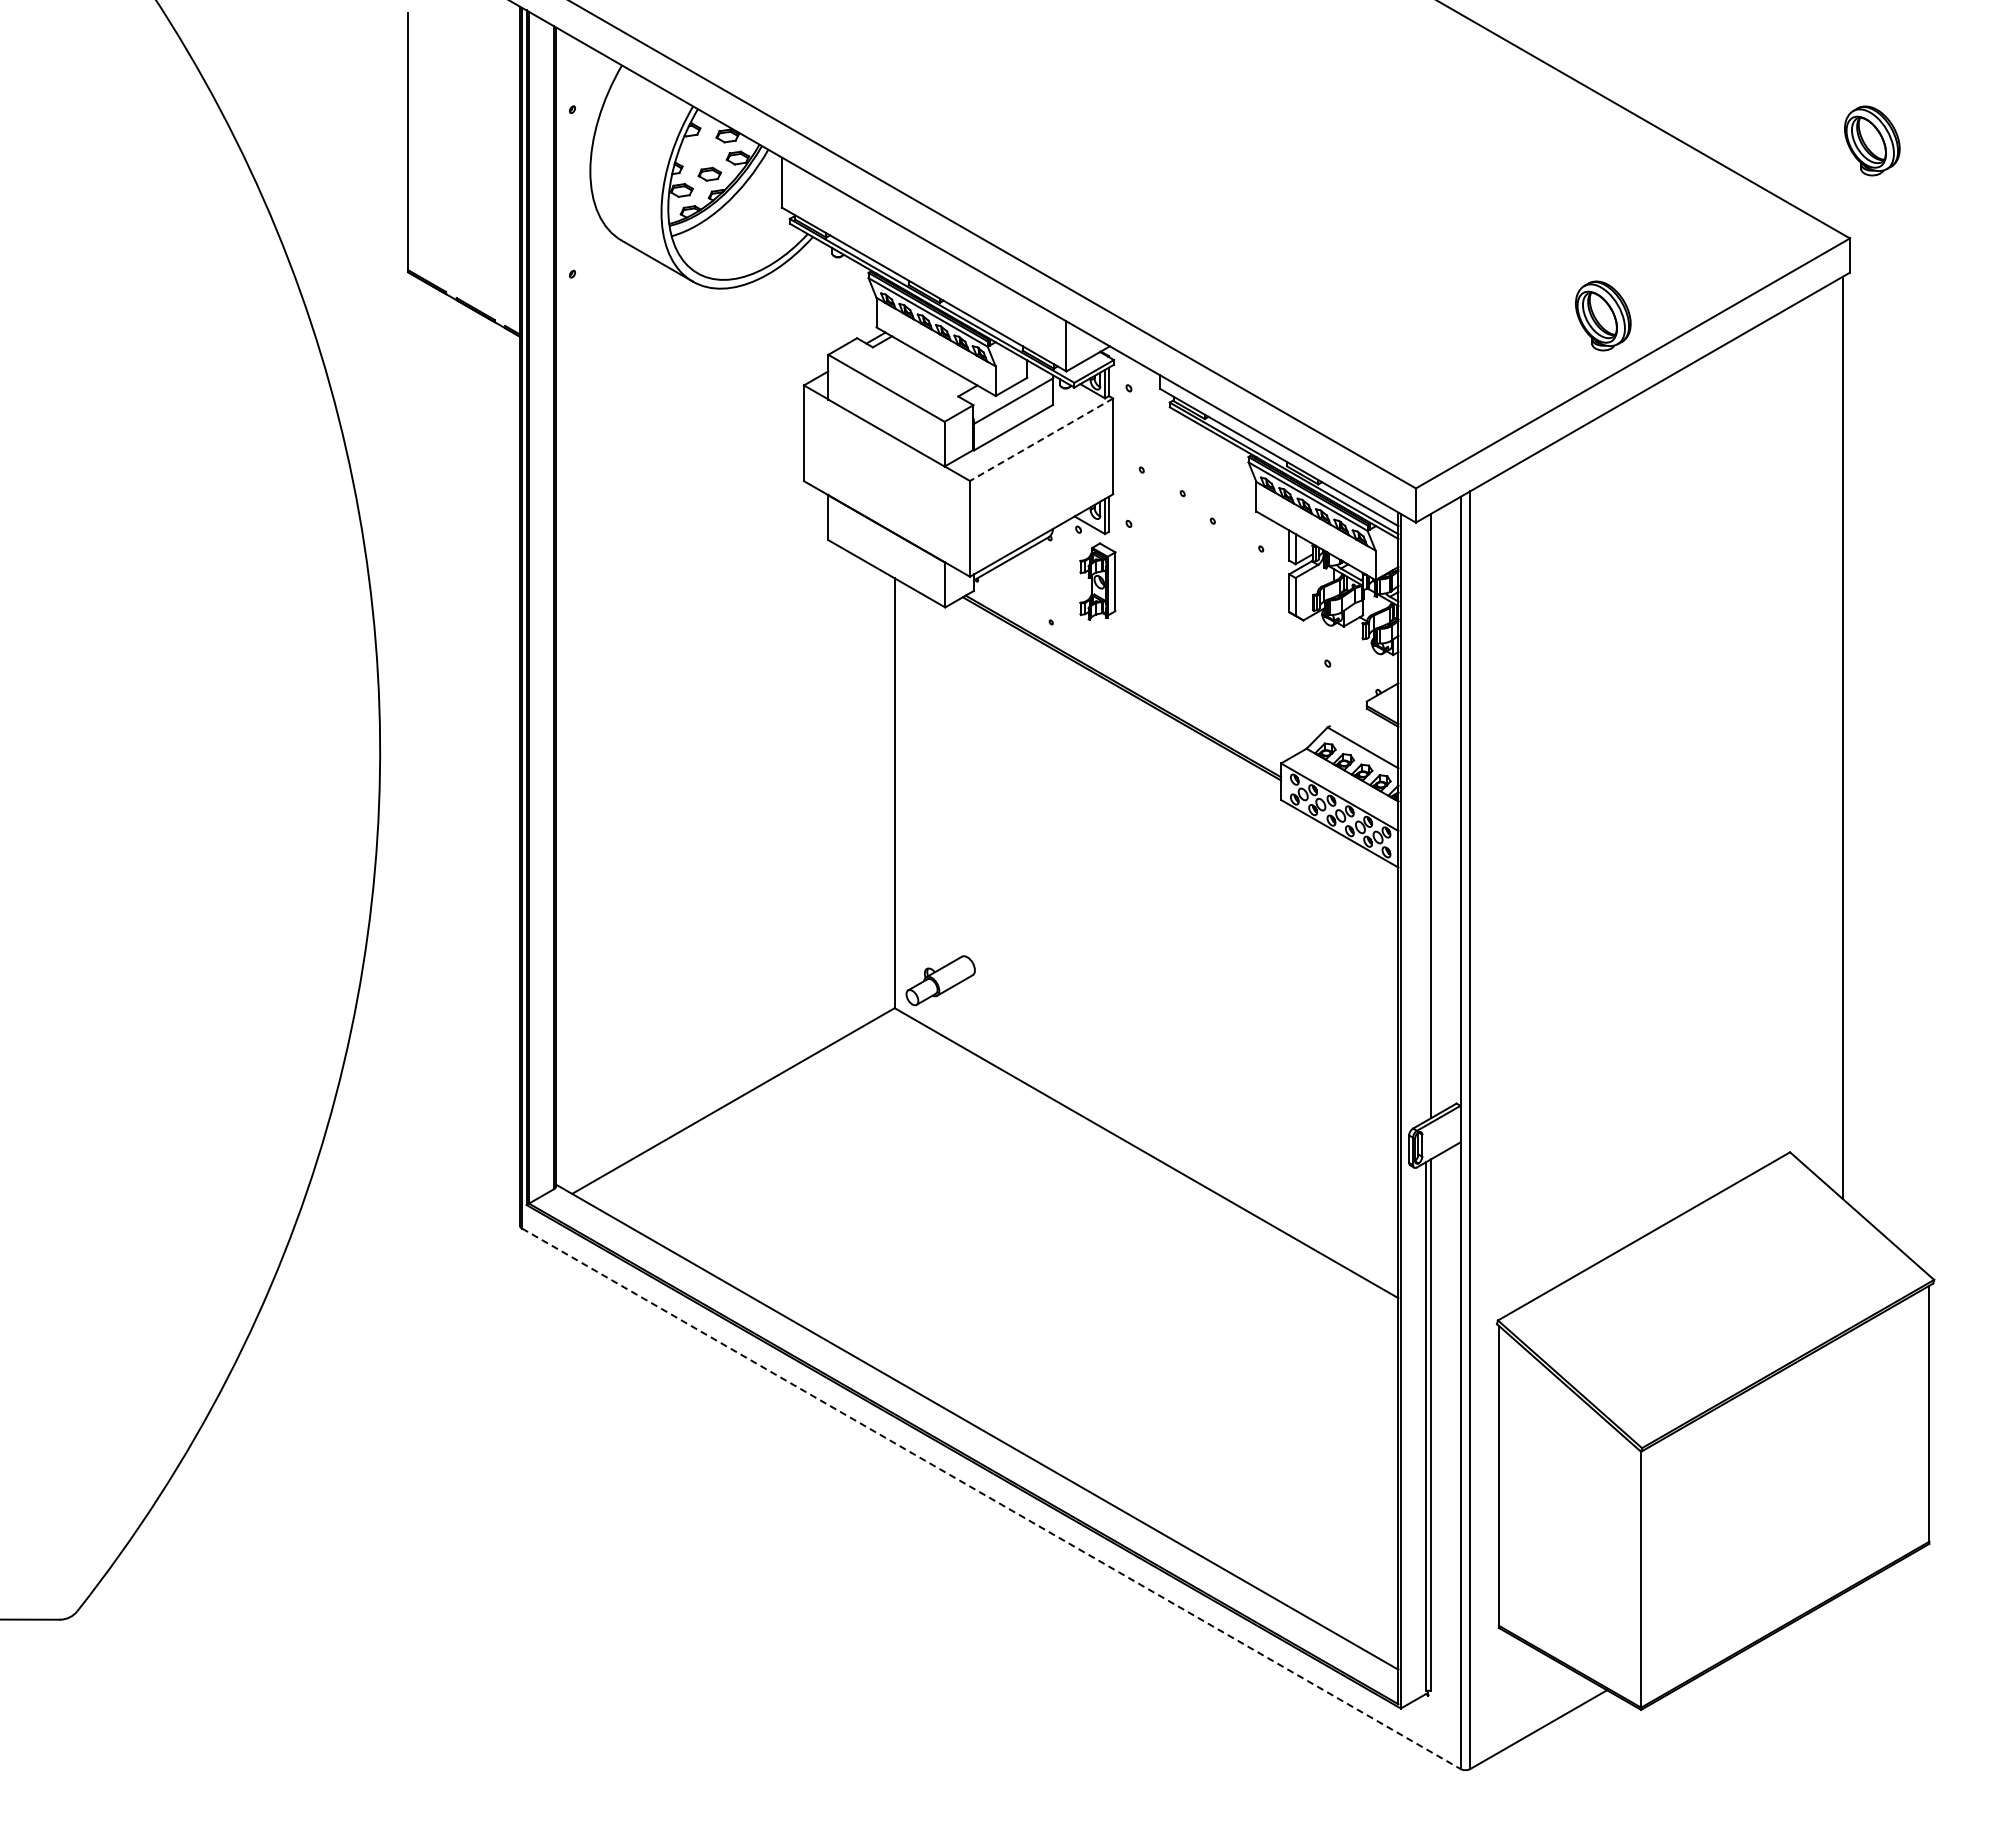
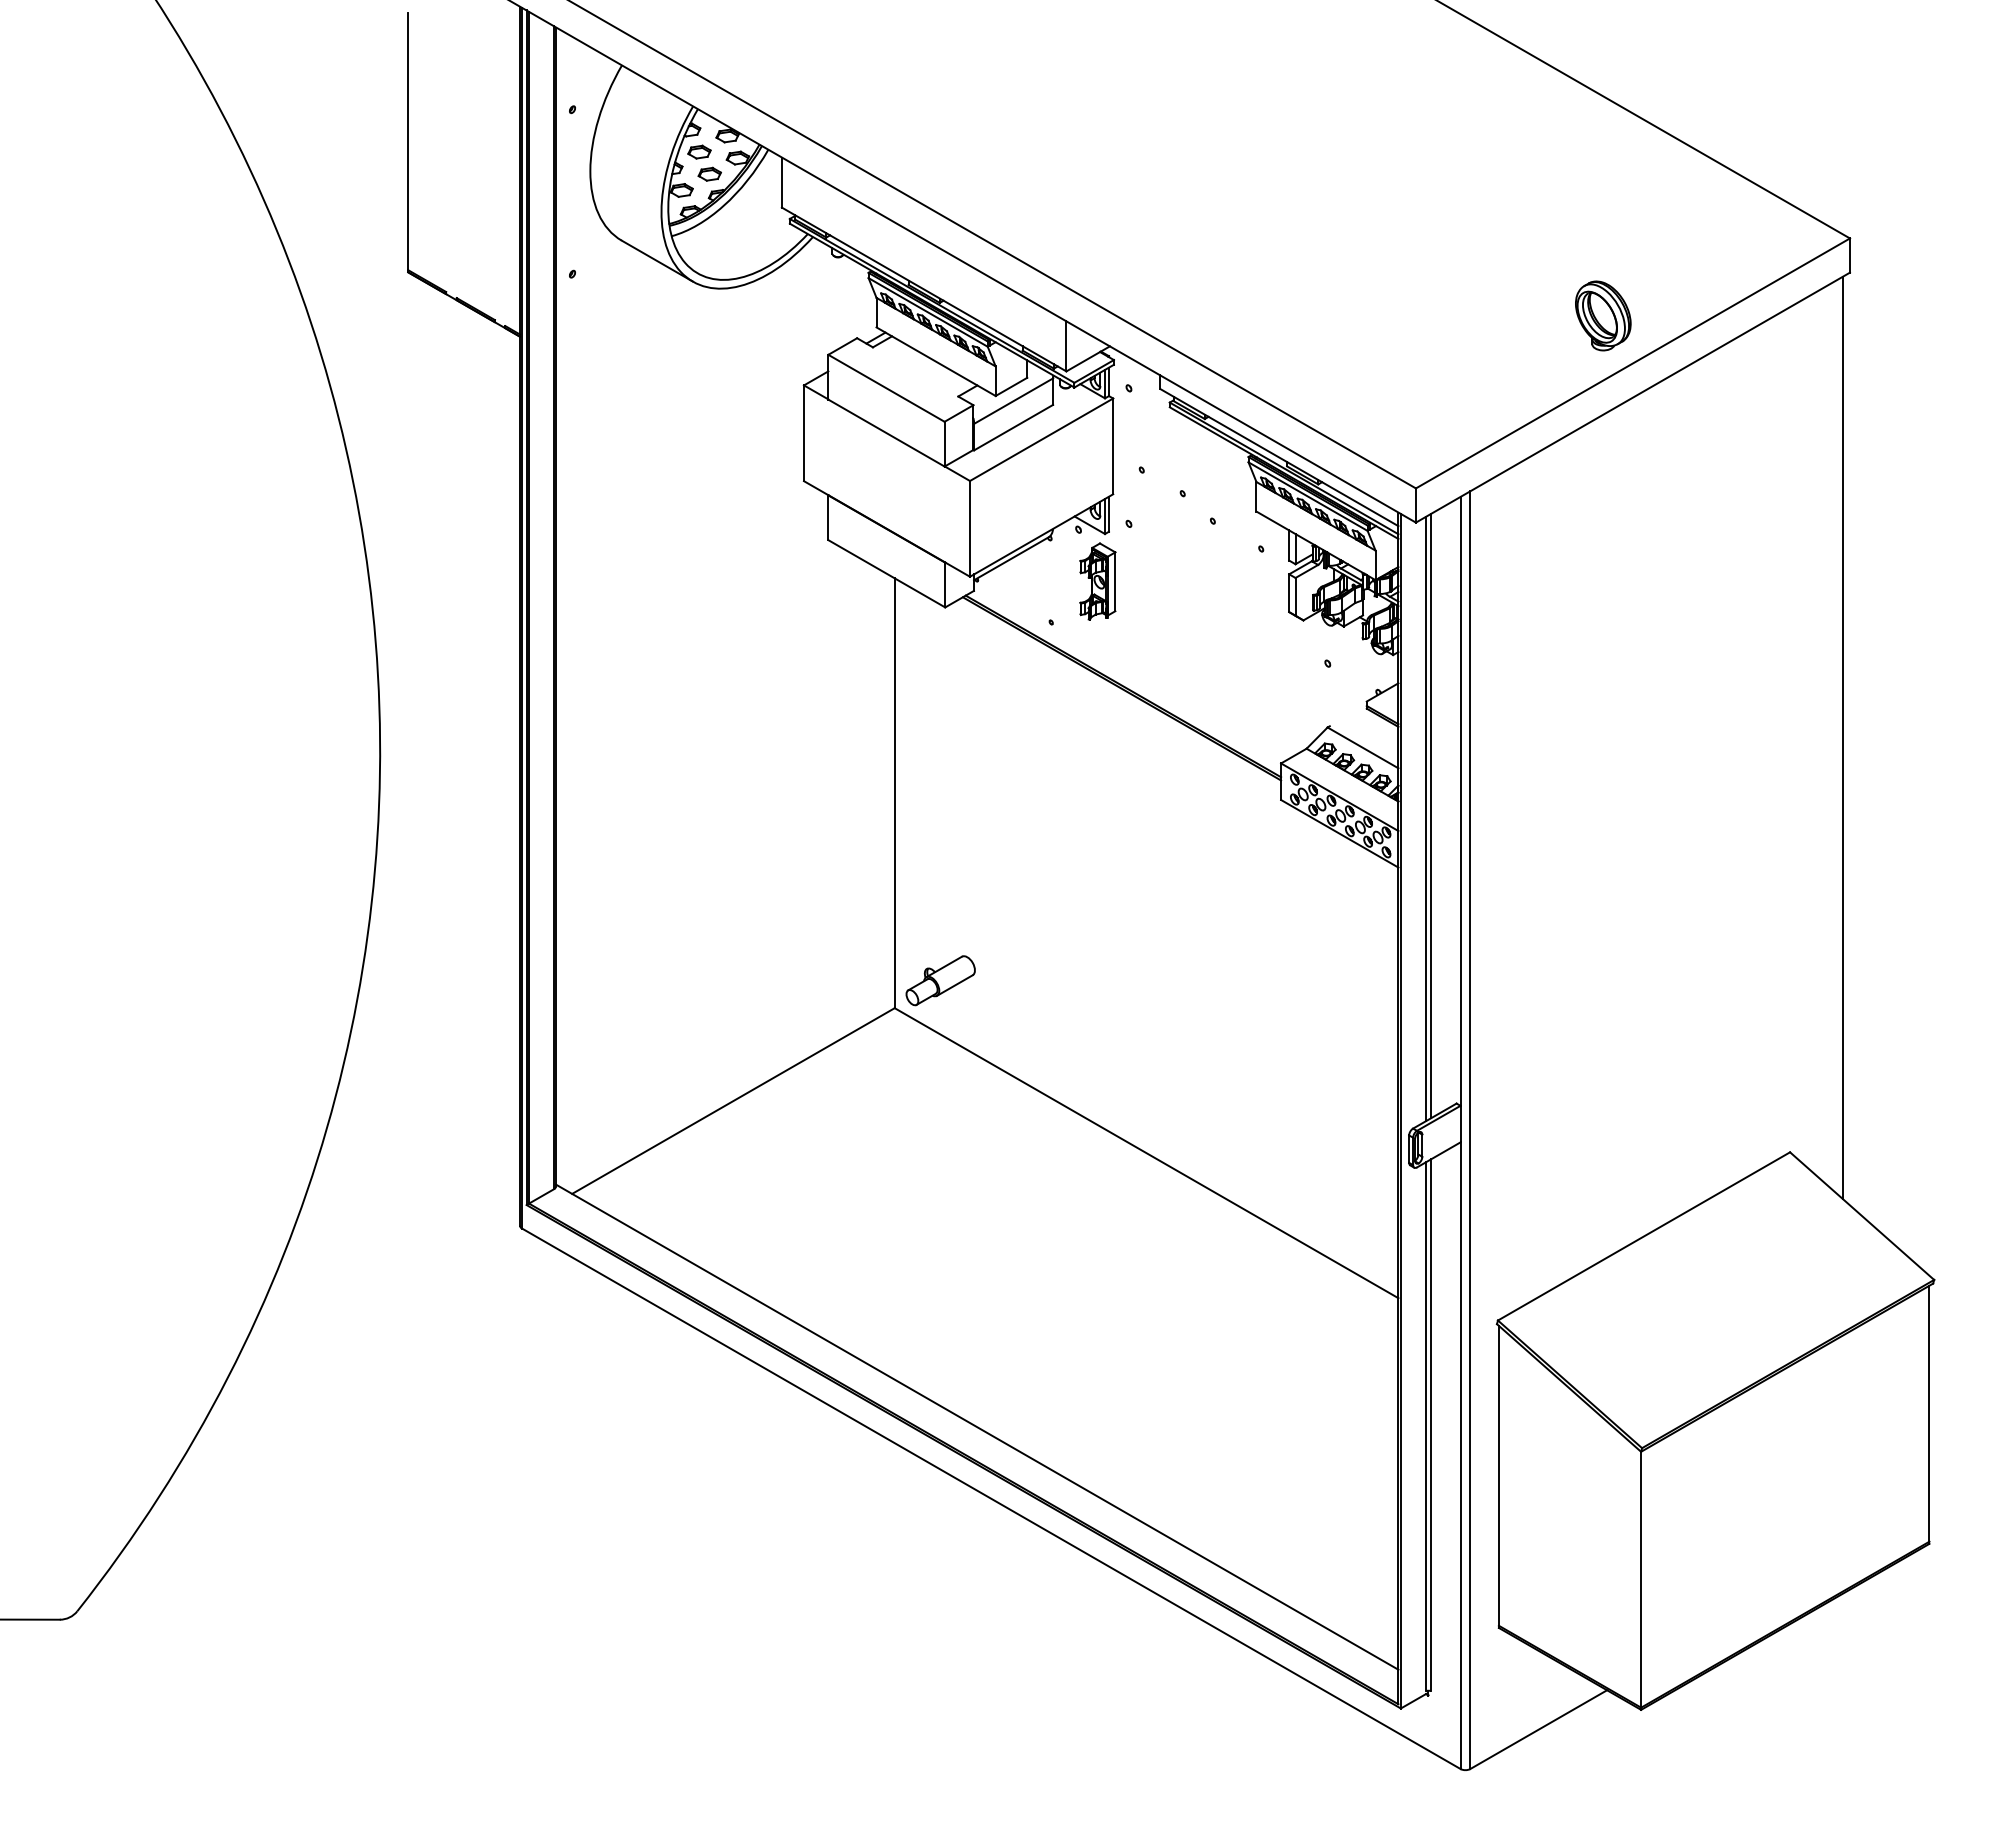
part at (1872, 140): present -> none
part at (699, 151): none -> present
line at (1041, 439): dashed -> solid
line at (1425, 818): none -> present
line at (991, 1498): dashed -> solid
